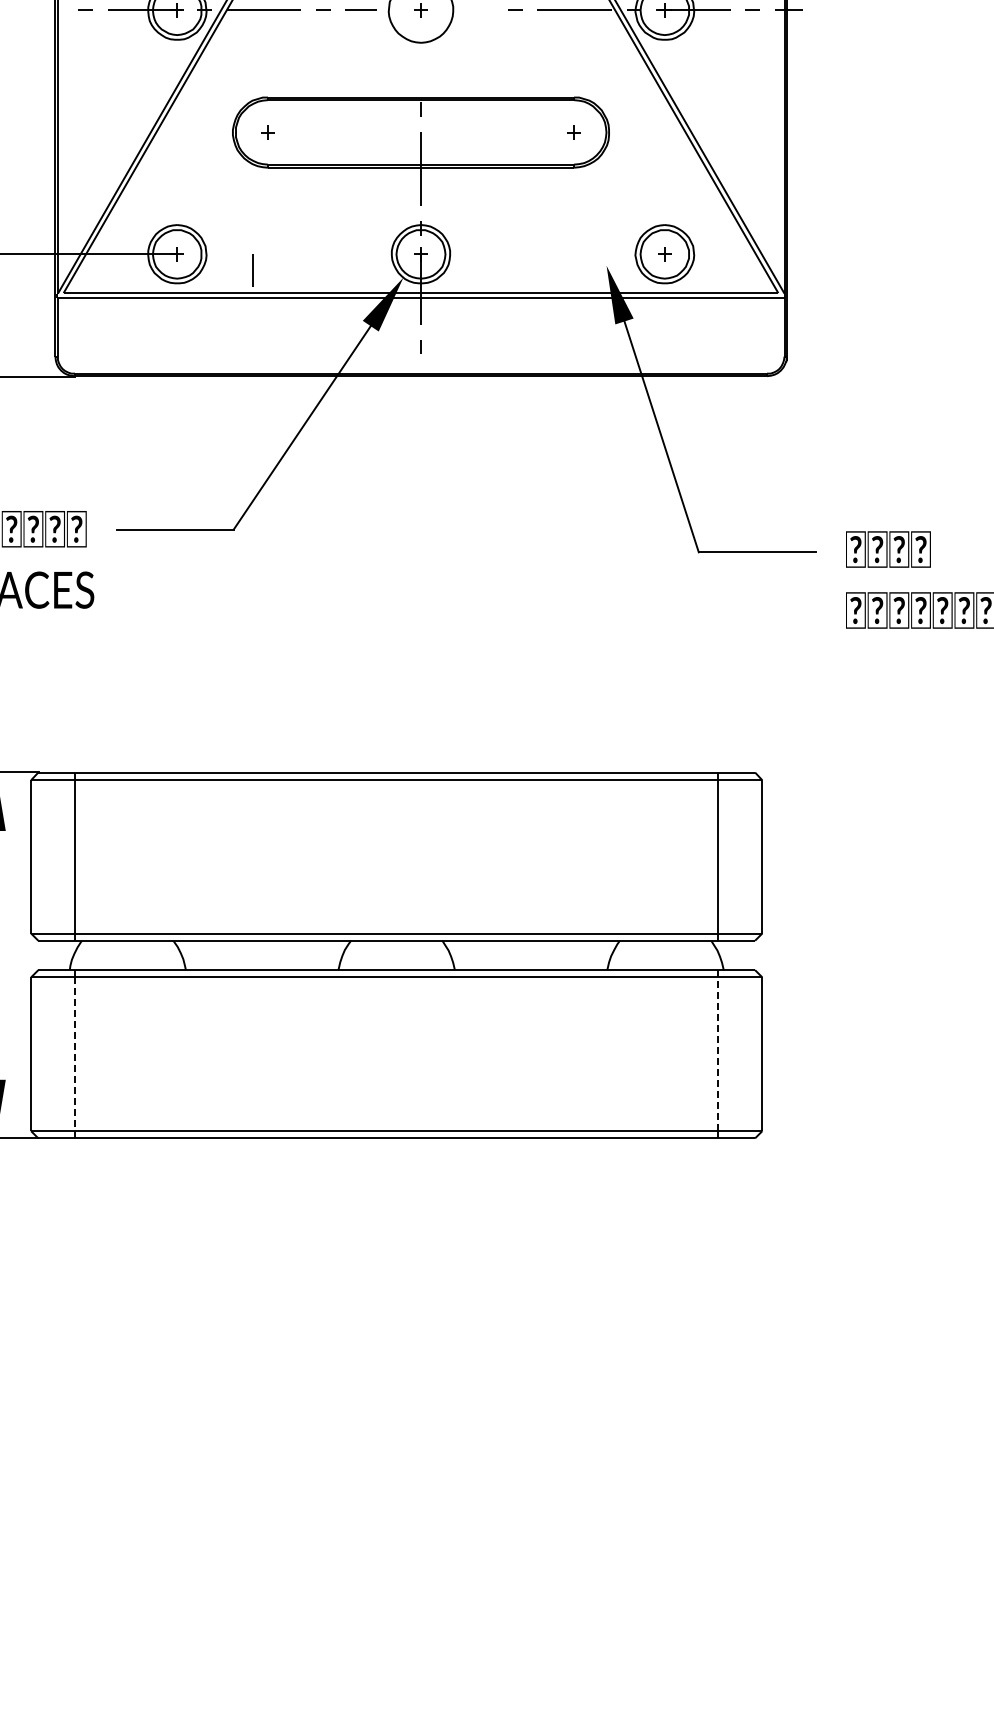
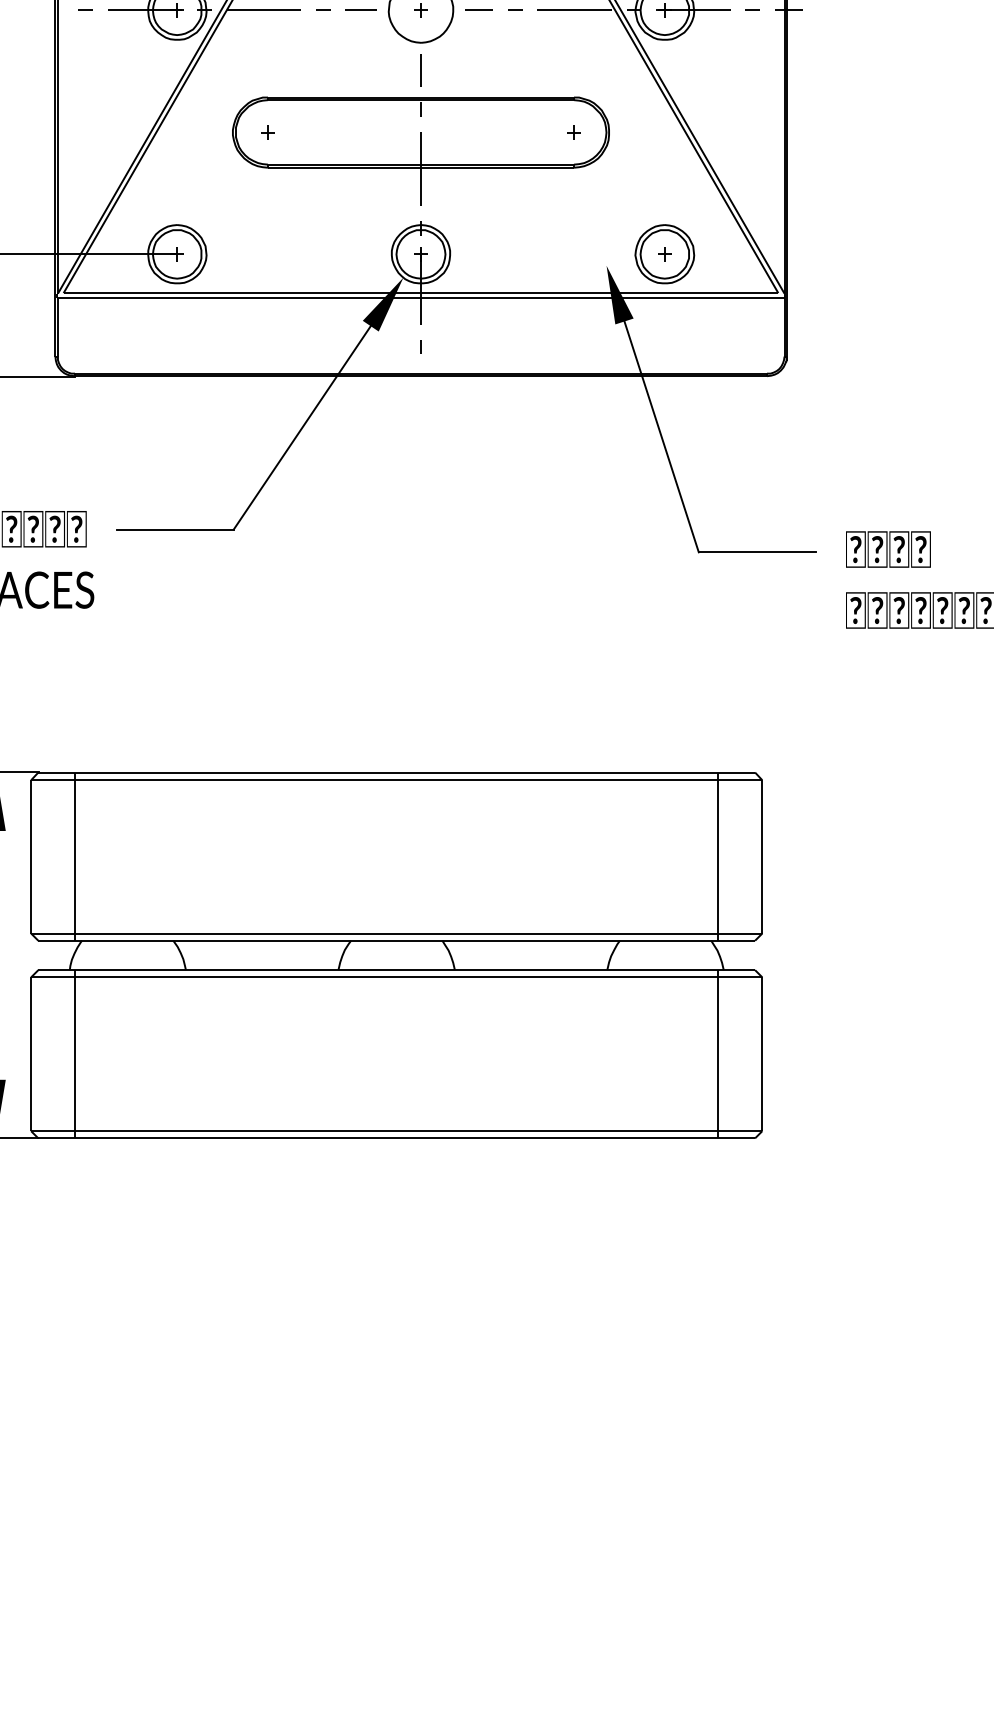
line at (478, 9): none -> present
line at (252, 270) position: (252, 270) -> (420, 70)
line at (75, 1054): dashed -> solid
line at (718, 1054): dashed -> solid
